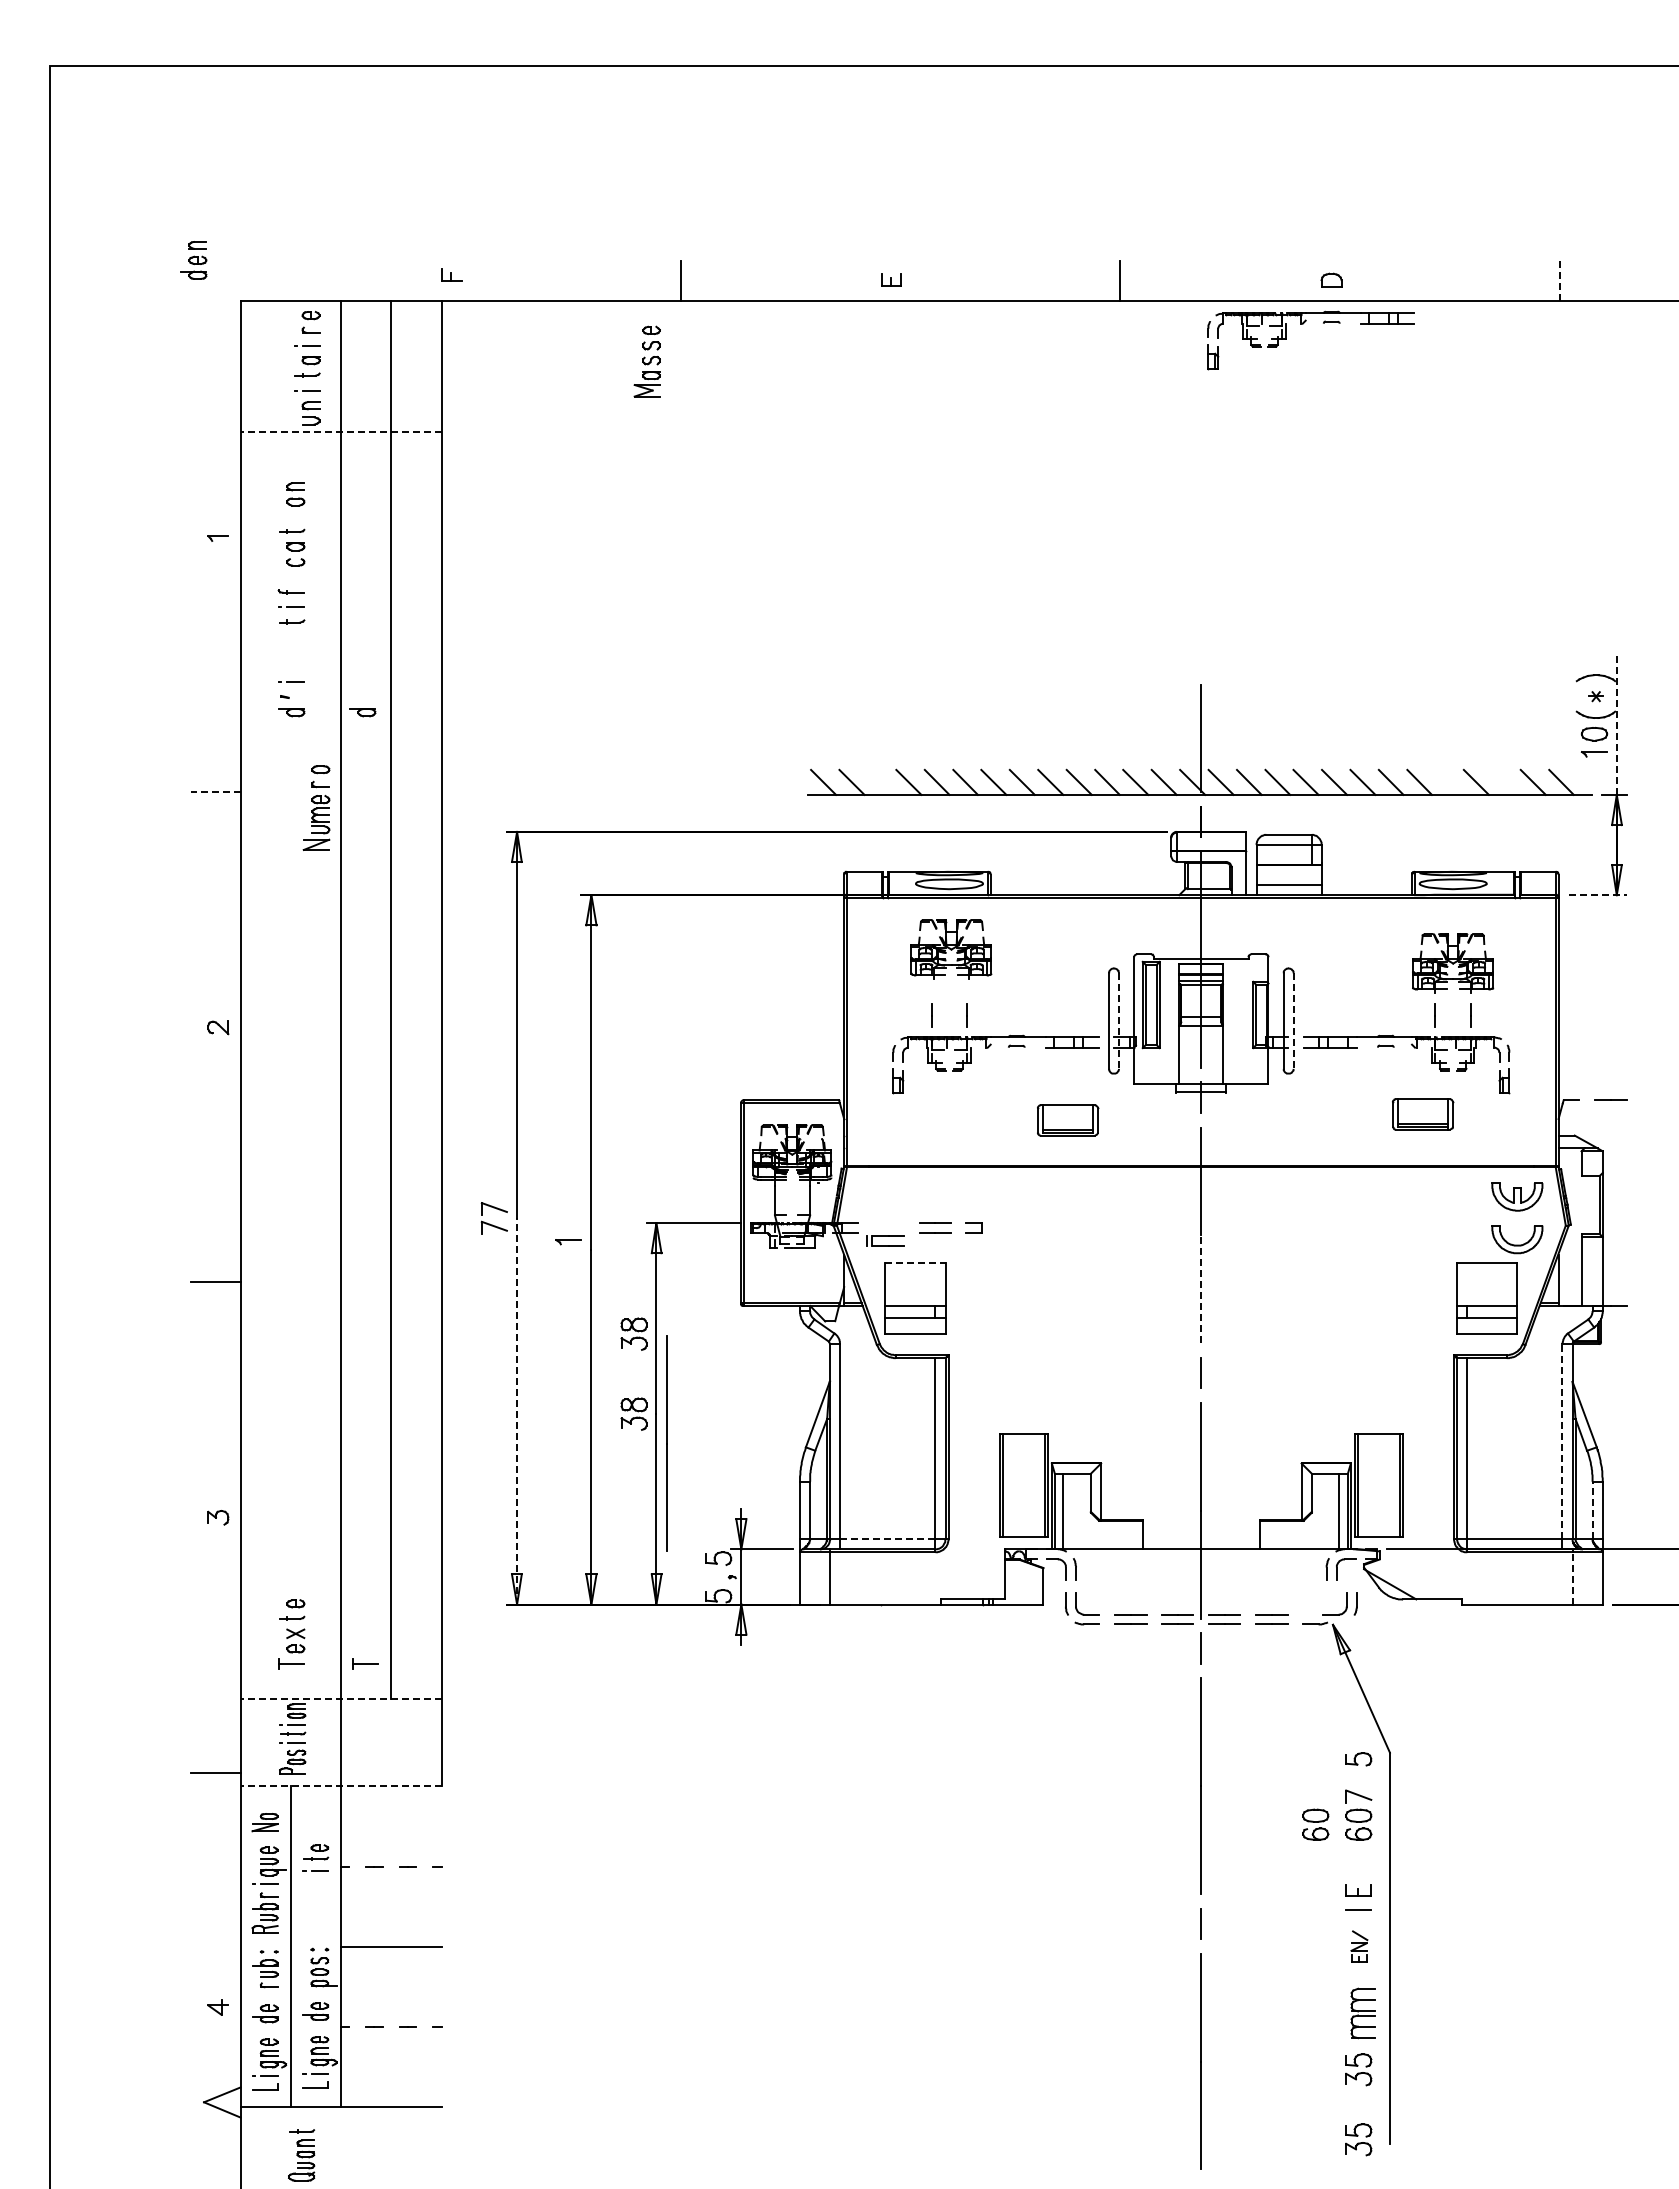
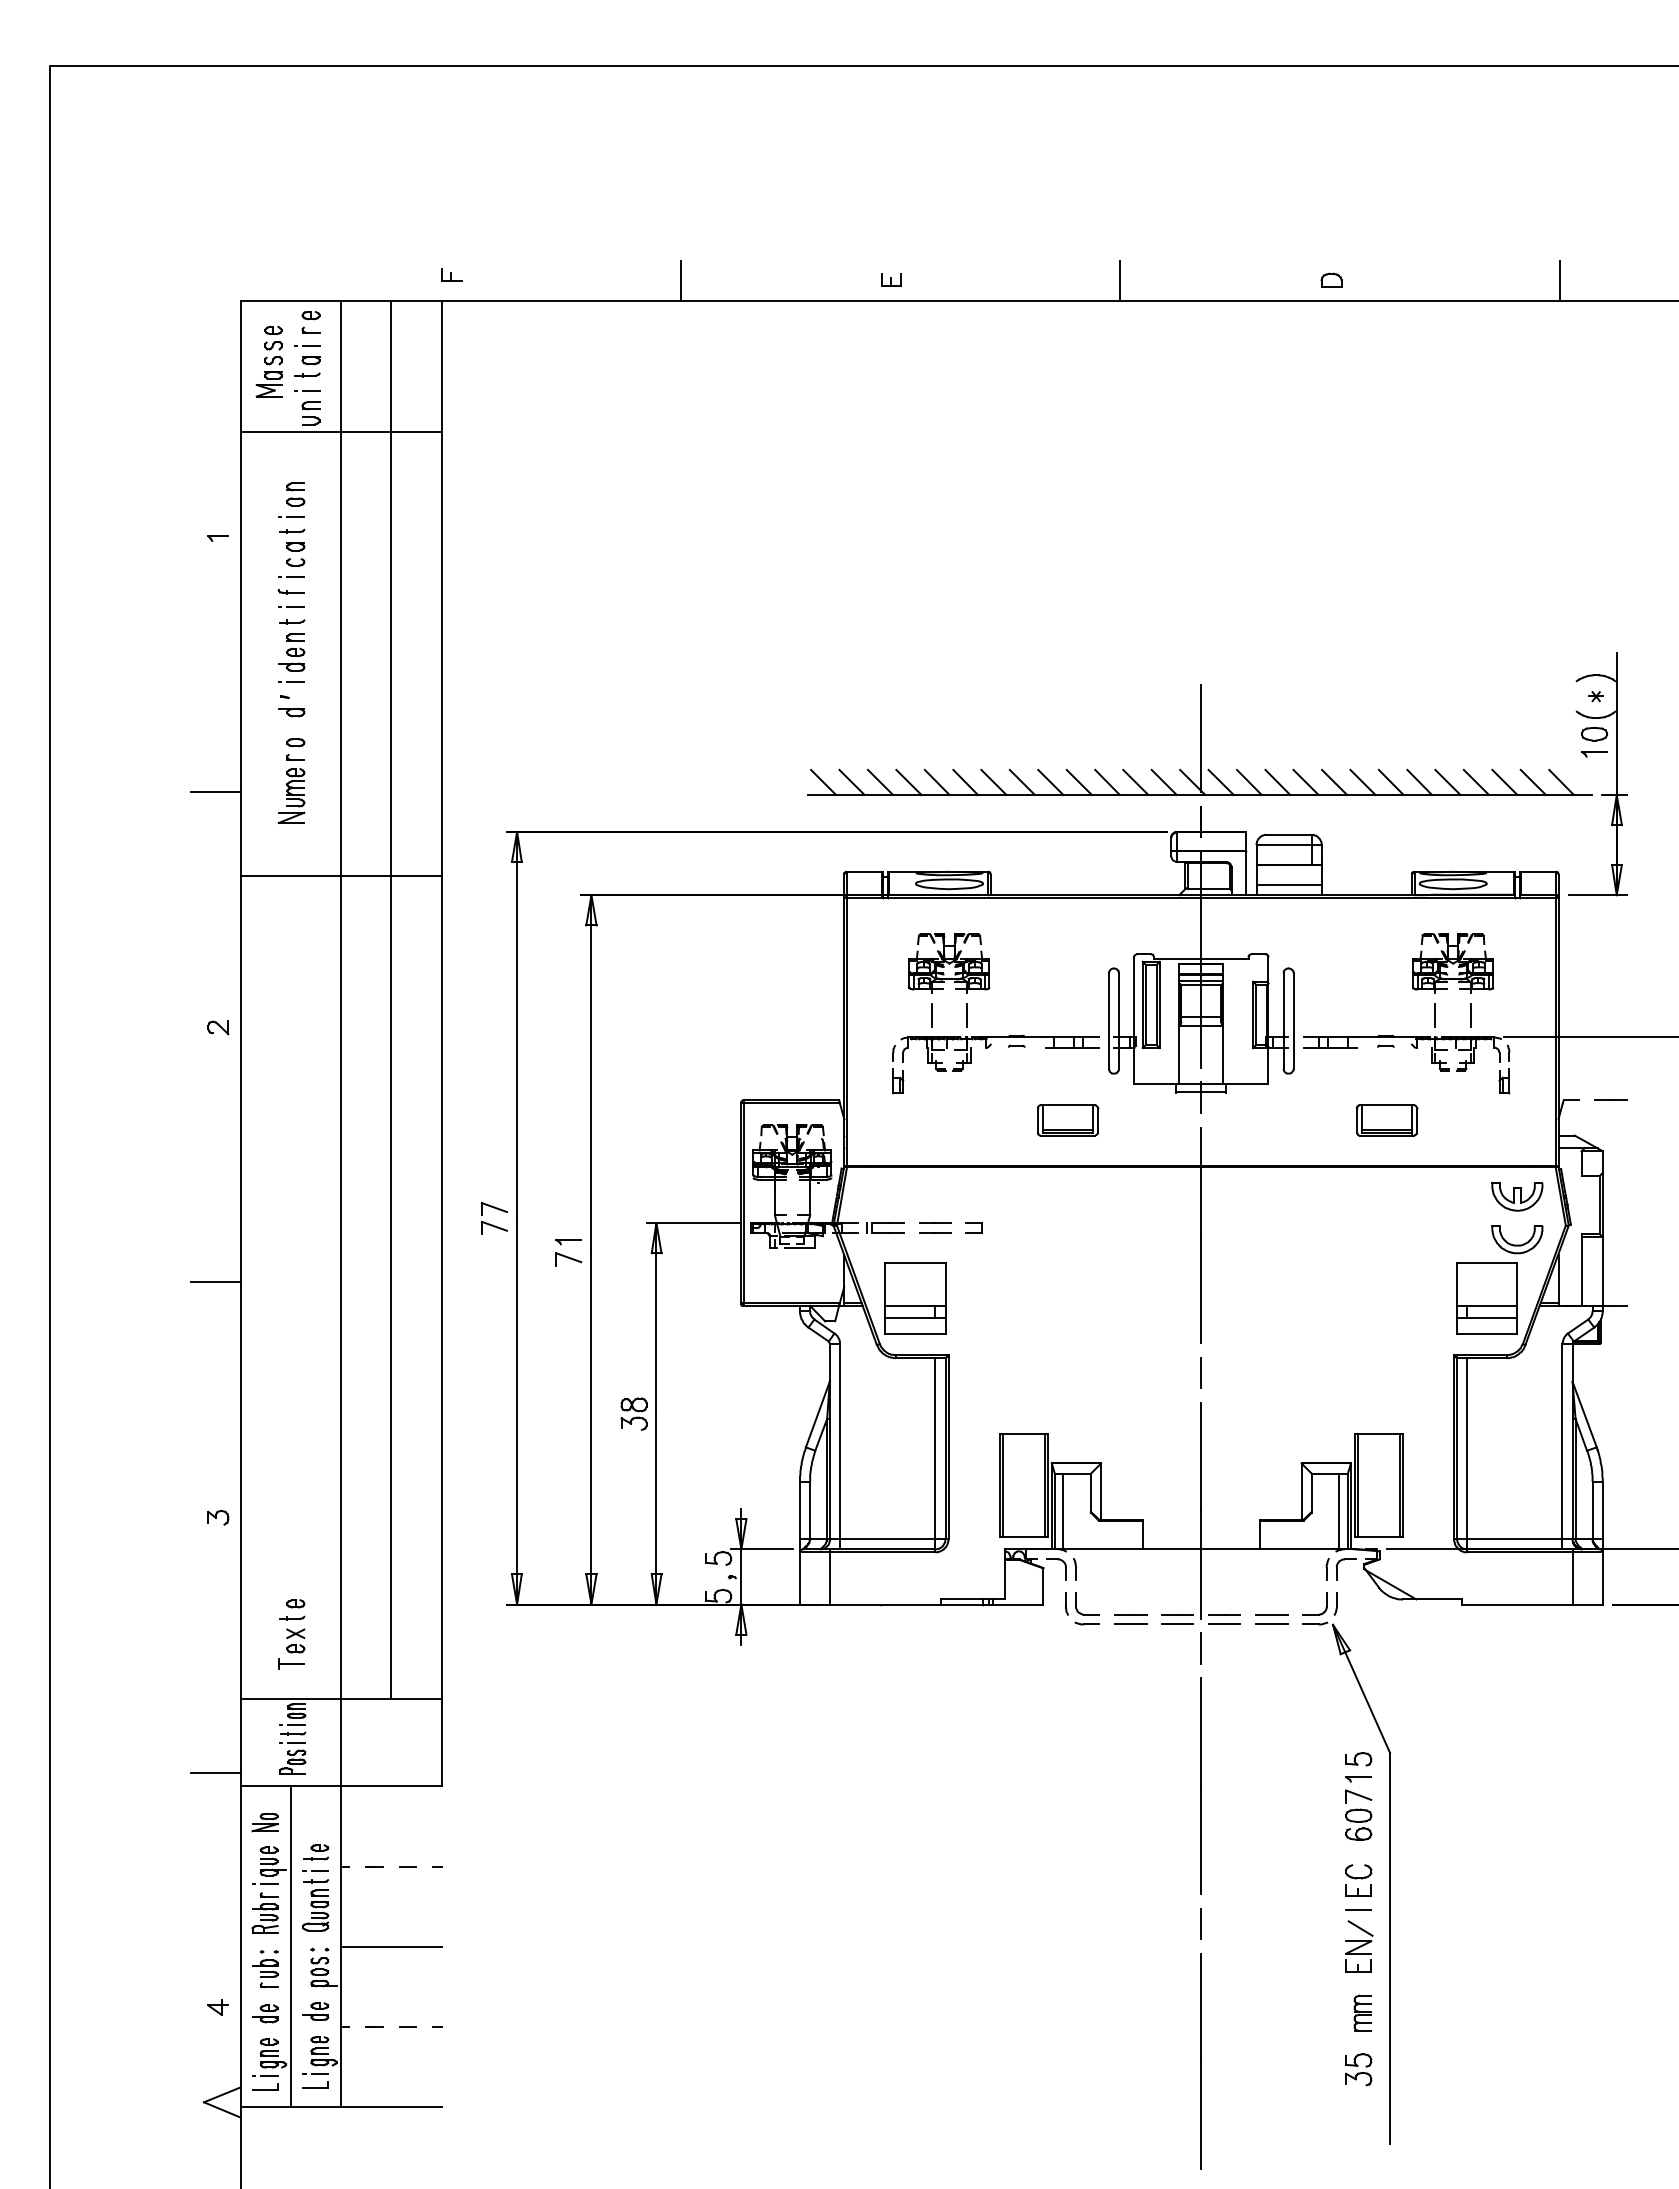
part at (193, 260) position: (193, 260) -> (291, 652)
line at (1560, 281): dashed -> solid
part at (1303, 324): present -> none
part at (646, 361) position: (646, 361) -> (268, 361)
line at (340, 431): dashed -> solid
line at (291, 516): none -> present
line at (291, 576): none -> present
part at (362, 712): present -> none
line at (1616, 723): dashed -> solid
line at (880, 781): none -> present
line at (1447, 781): none -> present
line at (1504, 781): none -> present
line at (215, 792): dashed -> solid
part at (316, 807) position: (316, 807) -> (291, 780)
line at (340, 876): none -> present
line at (1598, 895): dashed -> solid
part at (951, 949) position: (951, 949) -> (949, 963)
line at (1118, 1021): dashed -> solid
line at (1293, 1021): dashed -> solid
line at (1589, 1037): none -> present
part at (1423, 1114) position: (1423, 1114) -> (1387, 1120)
part at (885, 1240) position: (885, 1240) -> (885, 1227)
part at (568, 1259): none -> present
line at (916, 1263): dashed -> solid
line at (1201, 1289): dashed -> solid
part at (633, 1333): present -> none
line at (517, 1410): dashed -> solid
line at (1562, 1441): dashed -> solid
line at (666, 1443): present -> none
line at (1592, 1510): dashed -> solid
line at (887, 1539): dashed -> solid
line at (1572, 1577): dashed -> solid
part at (1346, 1603) position: (1346, 1603) -> (1326, 1603)
part at (365, 1663): present -> none
line at (340, 1699): dashed -> solid
part at (1358, 1779): none -> present
line at (340, 1786): dashed -> solid
part at (1315, 1824): present -> none
part at (1358, 1871): none -> present
part at (1359, 1946) size: 19x33 px -> 29x53 px
part at (1362, 2013) size: 26x53 px -> 19x38 px
part at (1358, 2139): present -> none
part at (301, 2155) position: (301, 2155) -> (315, 1905)
